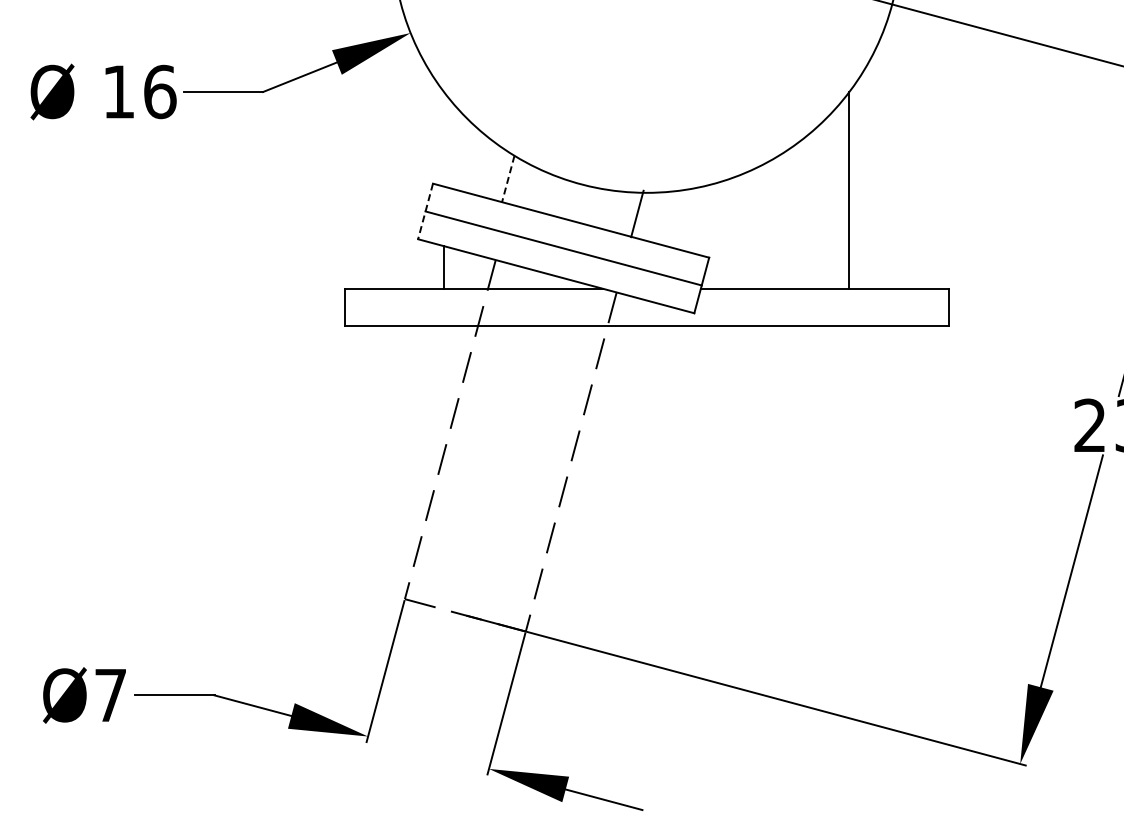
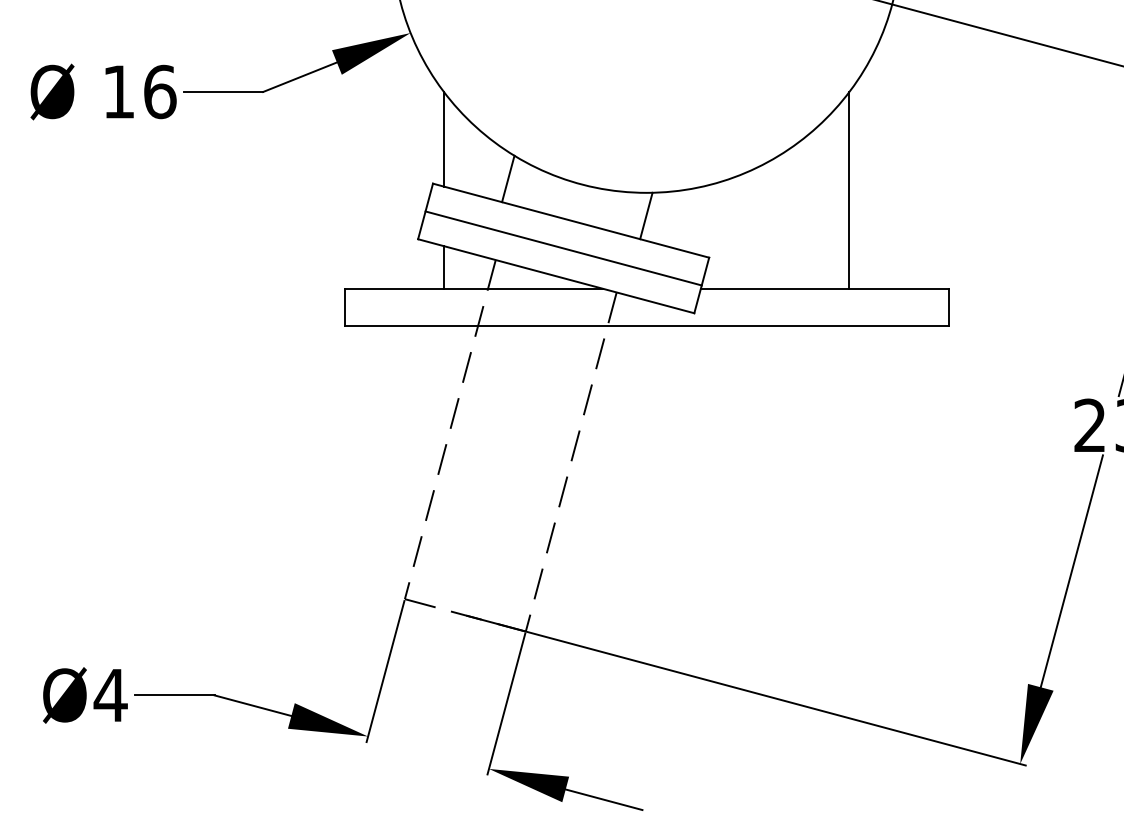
line at (444, 139): none -> present
line at (508, 179): dashed -> solid
line at (425, 211): dashed -> solid
line at (637, 213) position: (637, 213) -> (646, 215)
text at (110, 695): Ø7 -> Ø4
